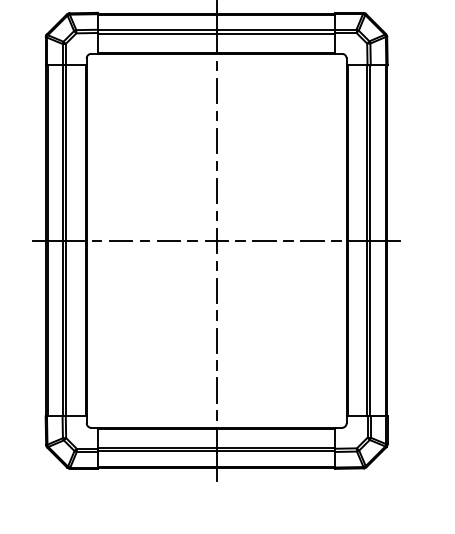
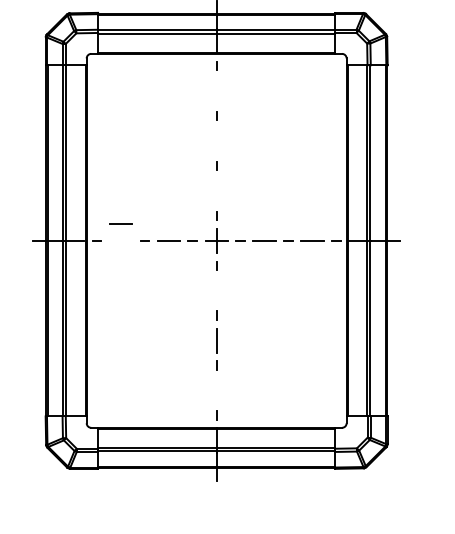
line at (216, 91): present -> none
line at (216, 140): present -> none
line at (216, 190): present -> none
line at (120, 240) position: (120, 240) -> (120, 223)
line at (216, 290): present -> none
line at (216, 390): present -> none
